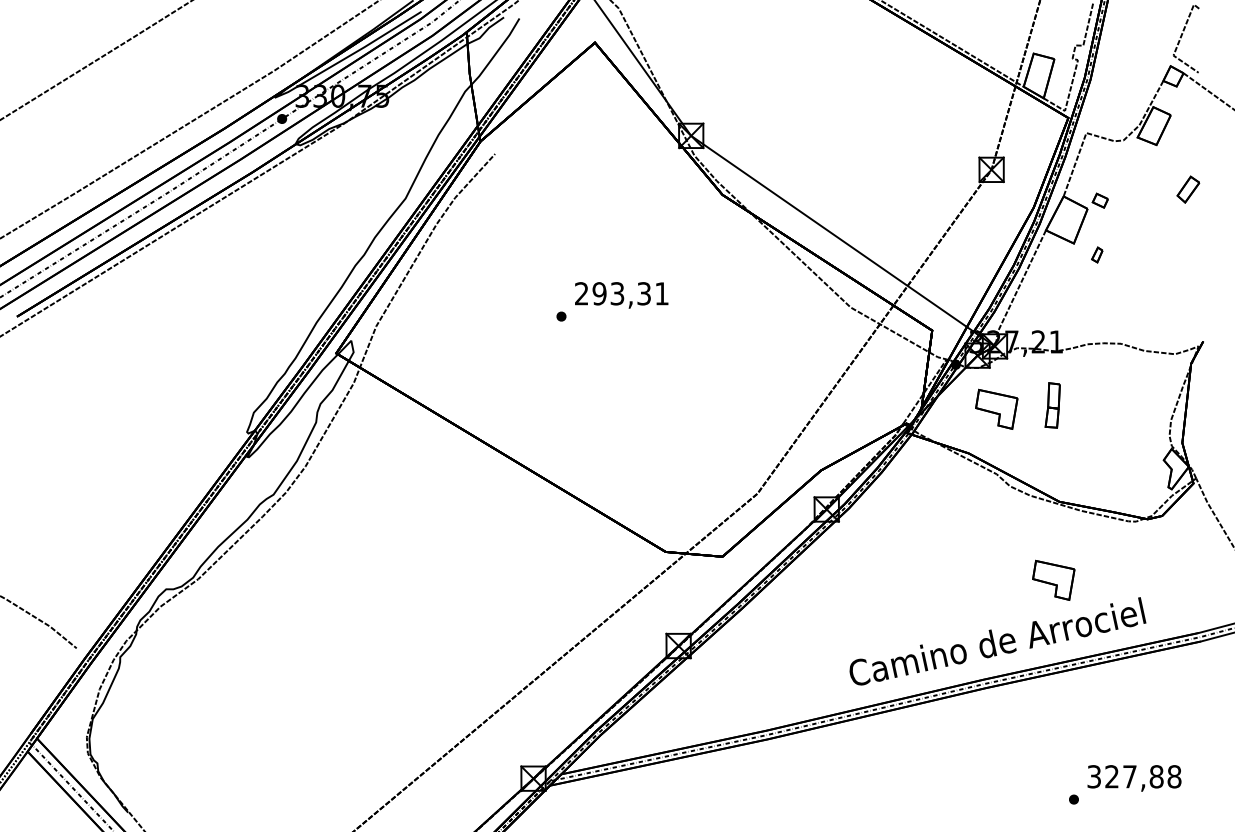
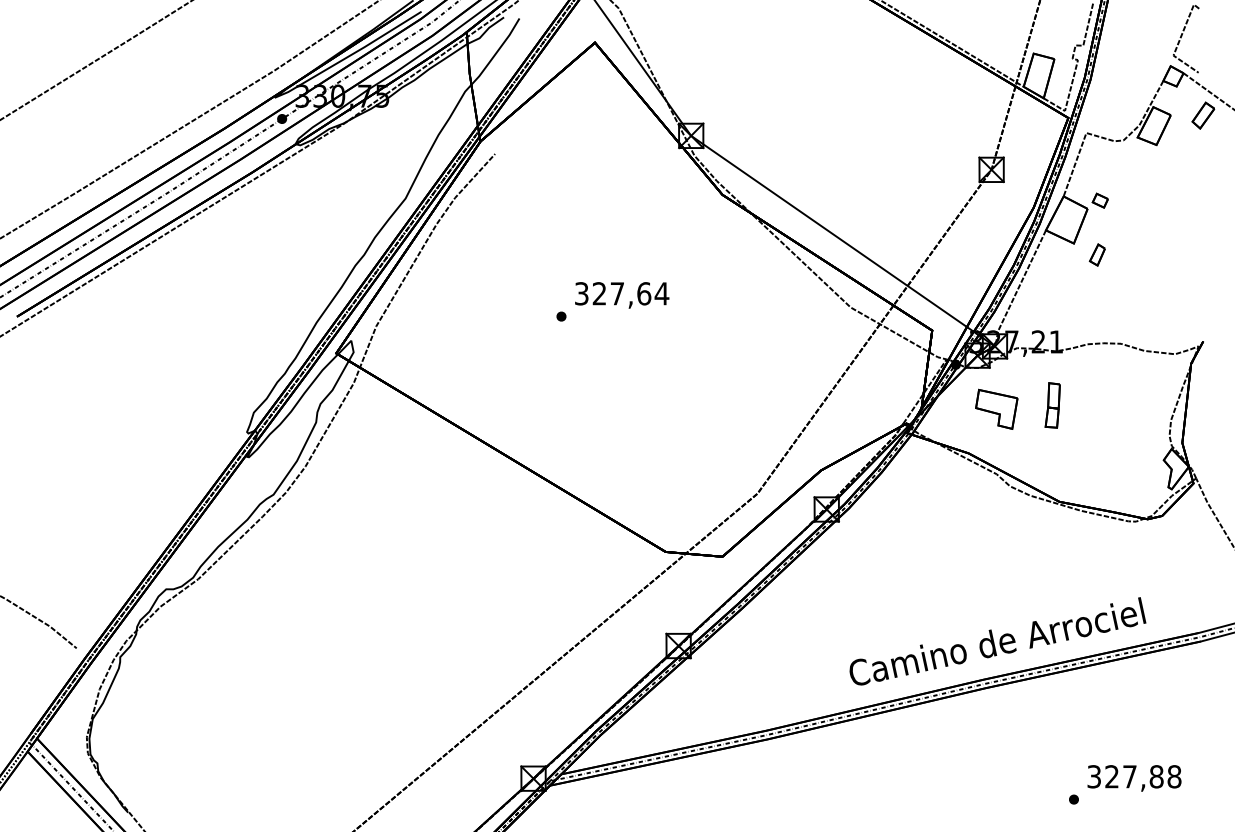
part at (1188, 189) position: (1188, 189) -> (1203, 115)
part at (1097, 254) size: 13x18 px -> 18x24 px
text at (622, 293): 293,31 -> 327,64
part at (1053, 579): present -> none
